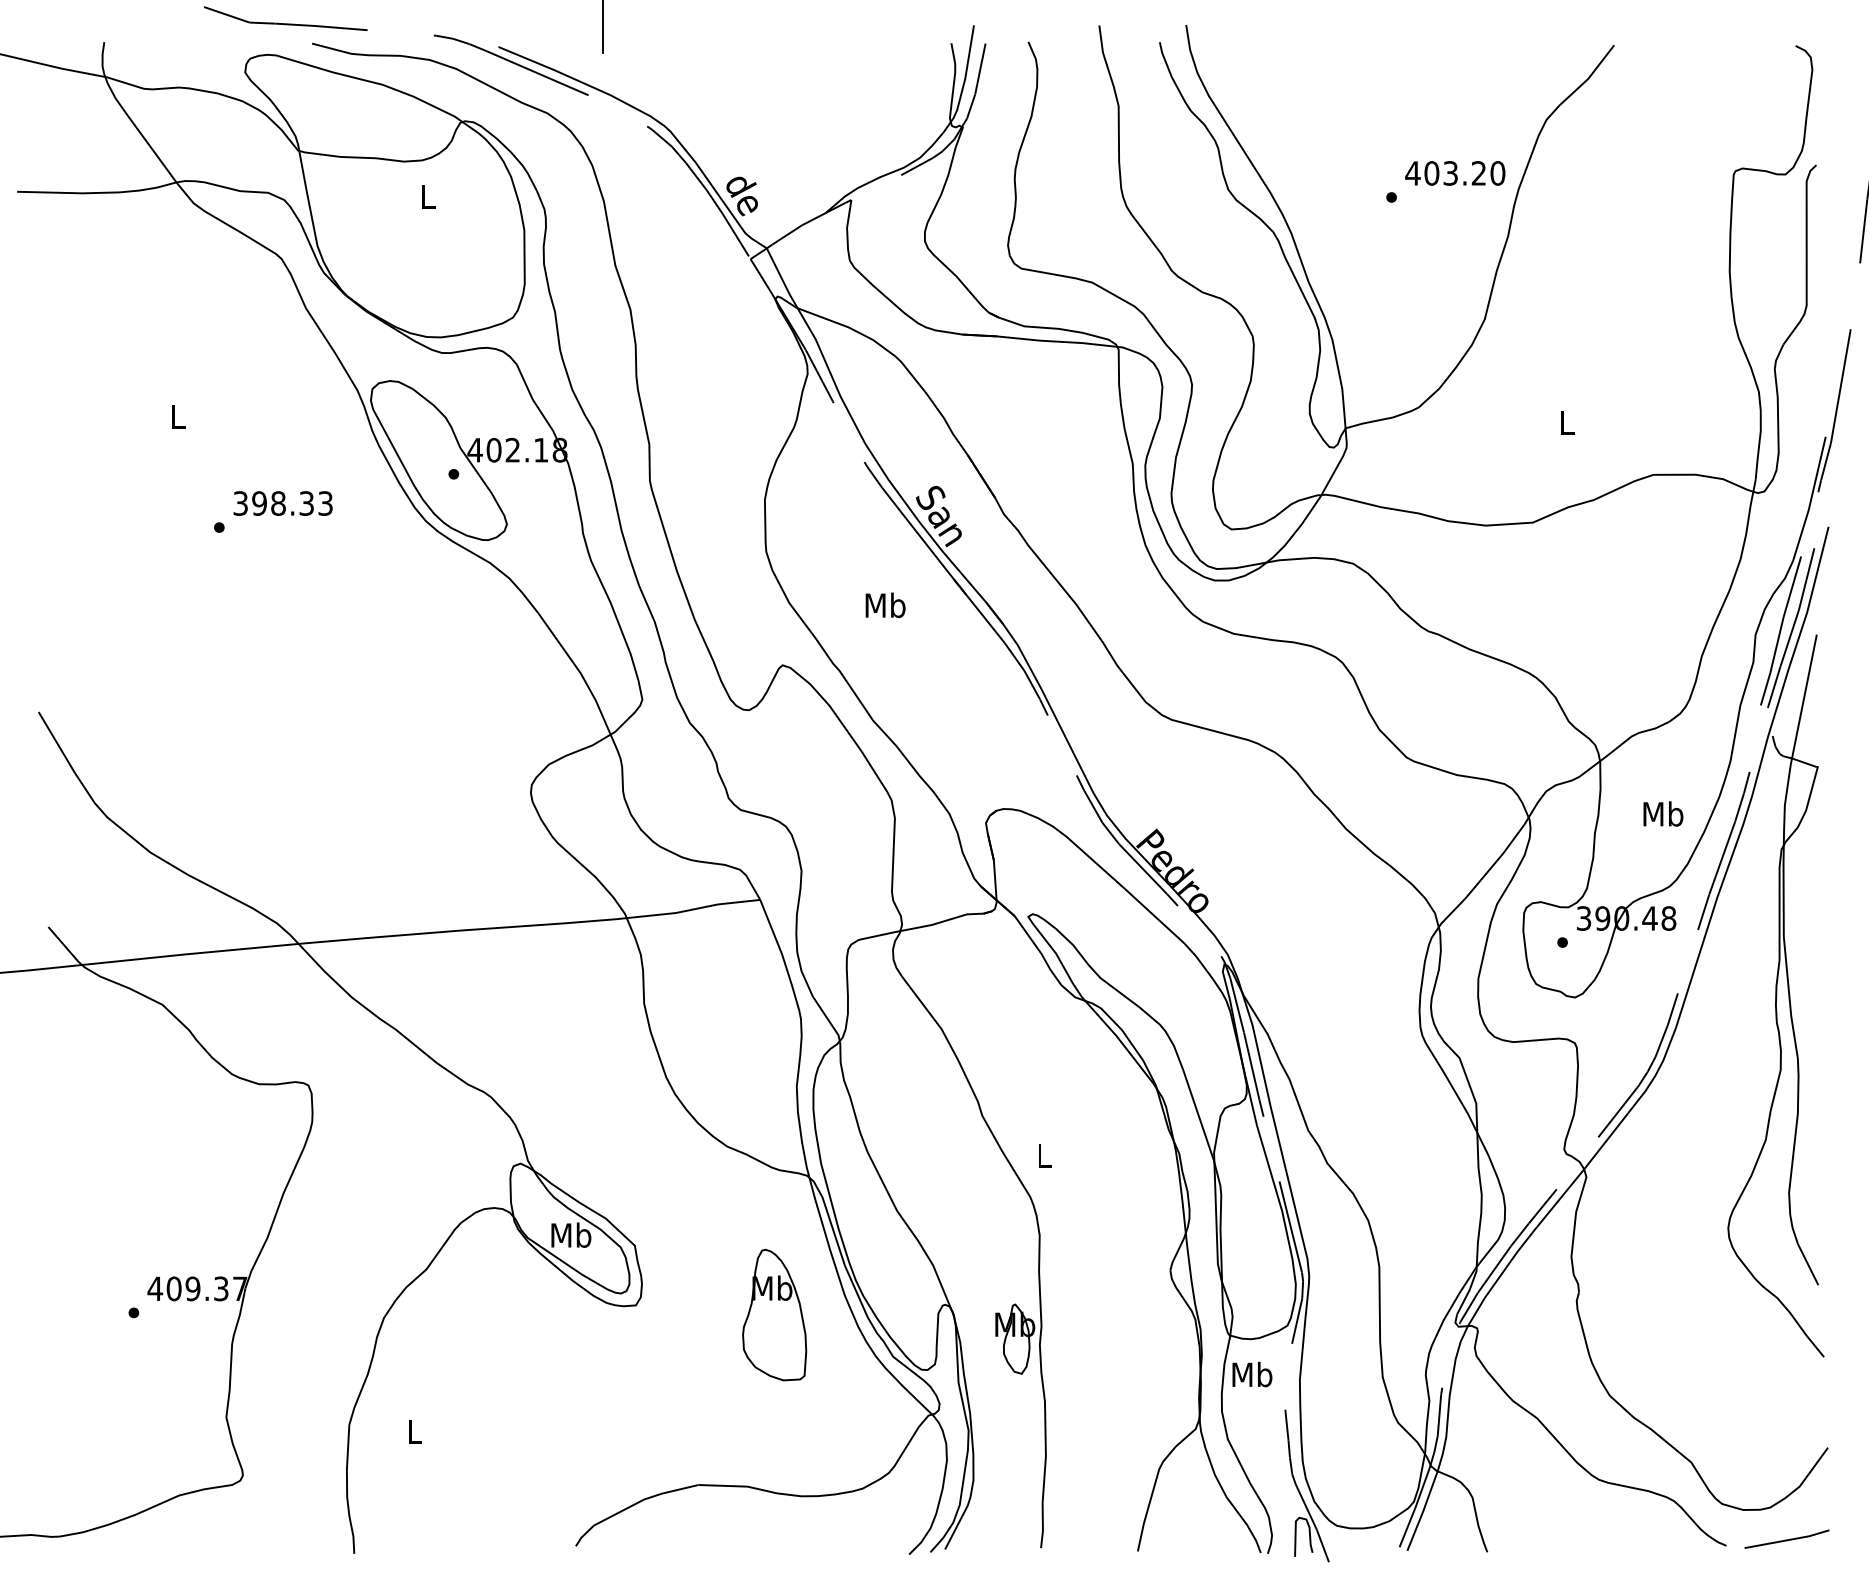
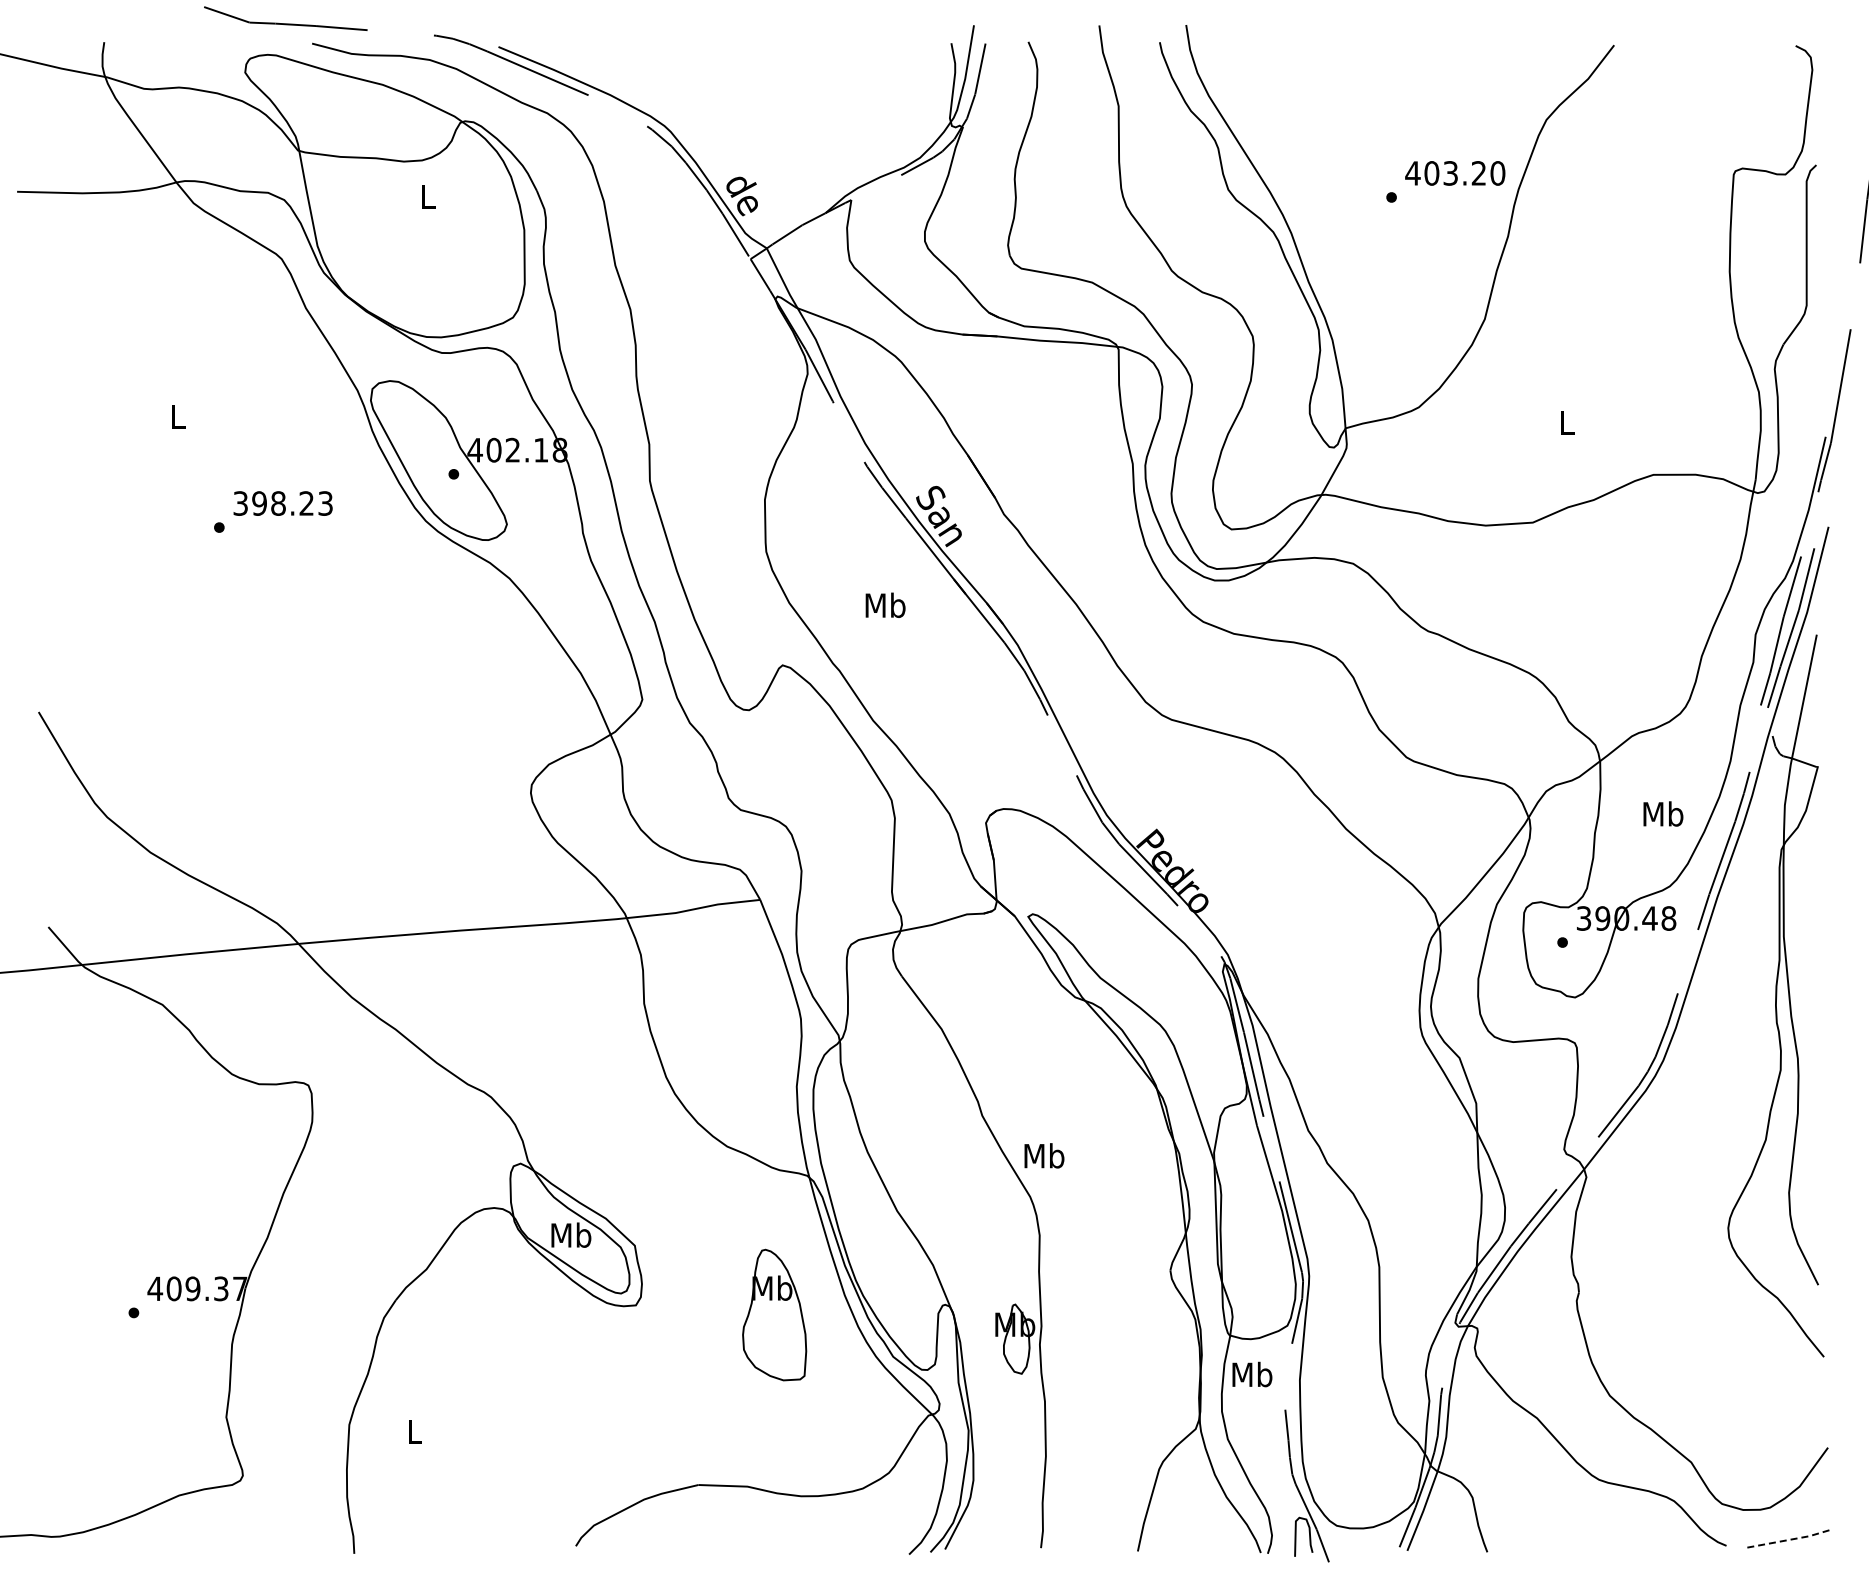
line at (603, 27): present -> none
text at (306, 503): 398.33 -> 398.23
text at (1044, 1155): L -> Mb
line at (1787, 1540): solid -> dashed
